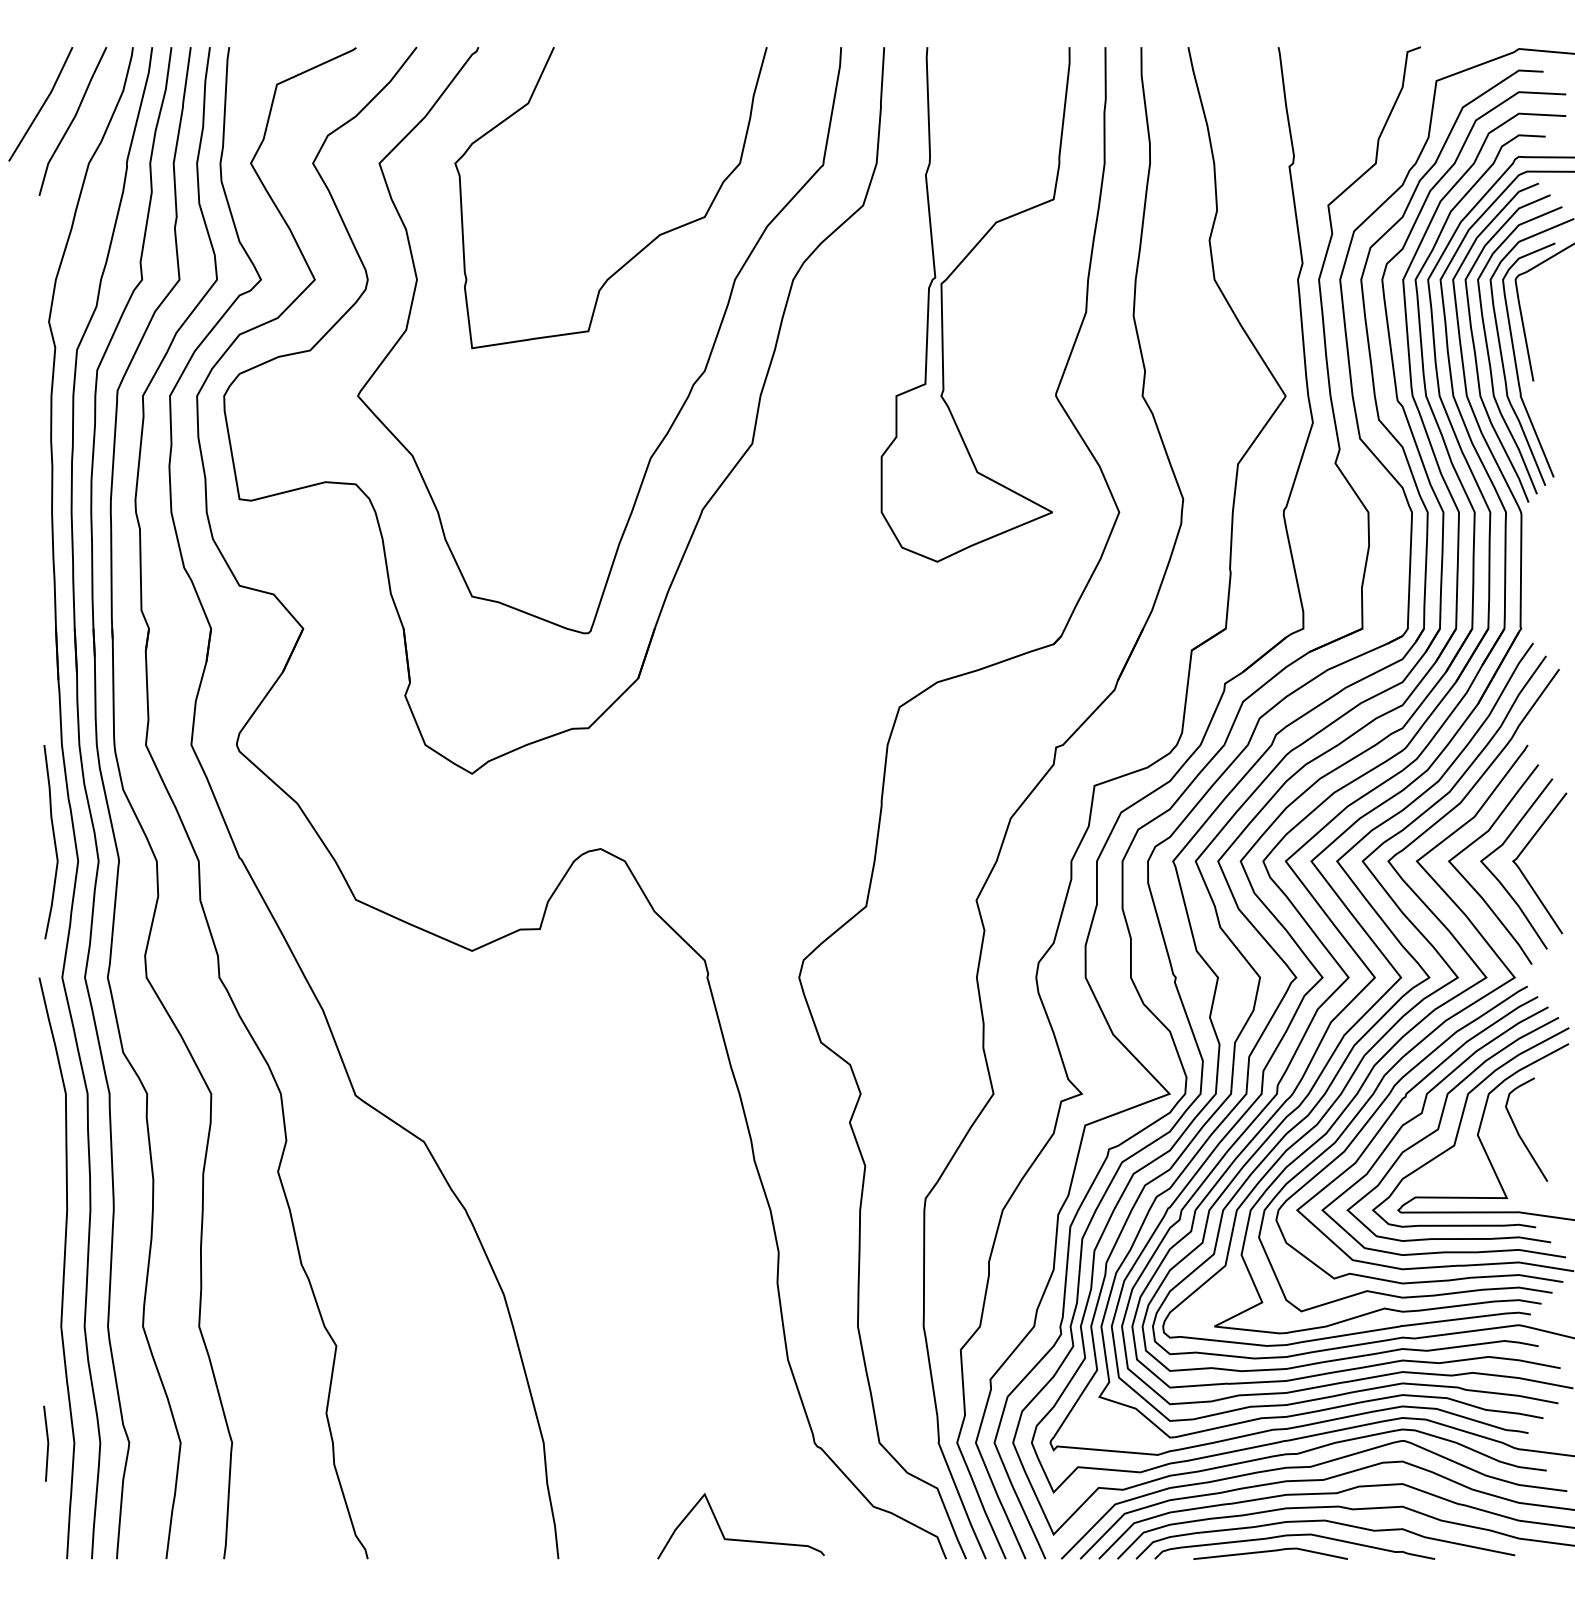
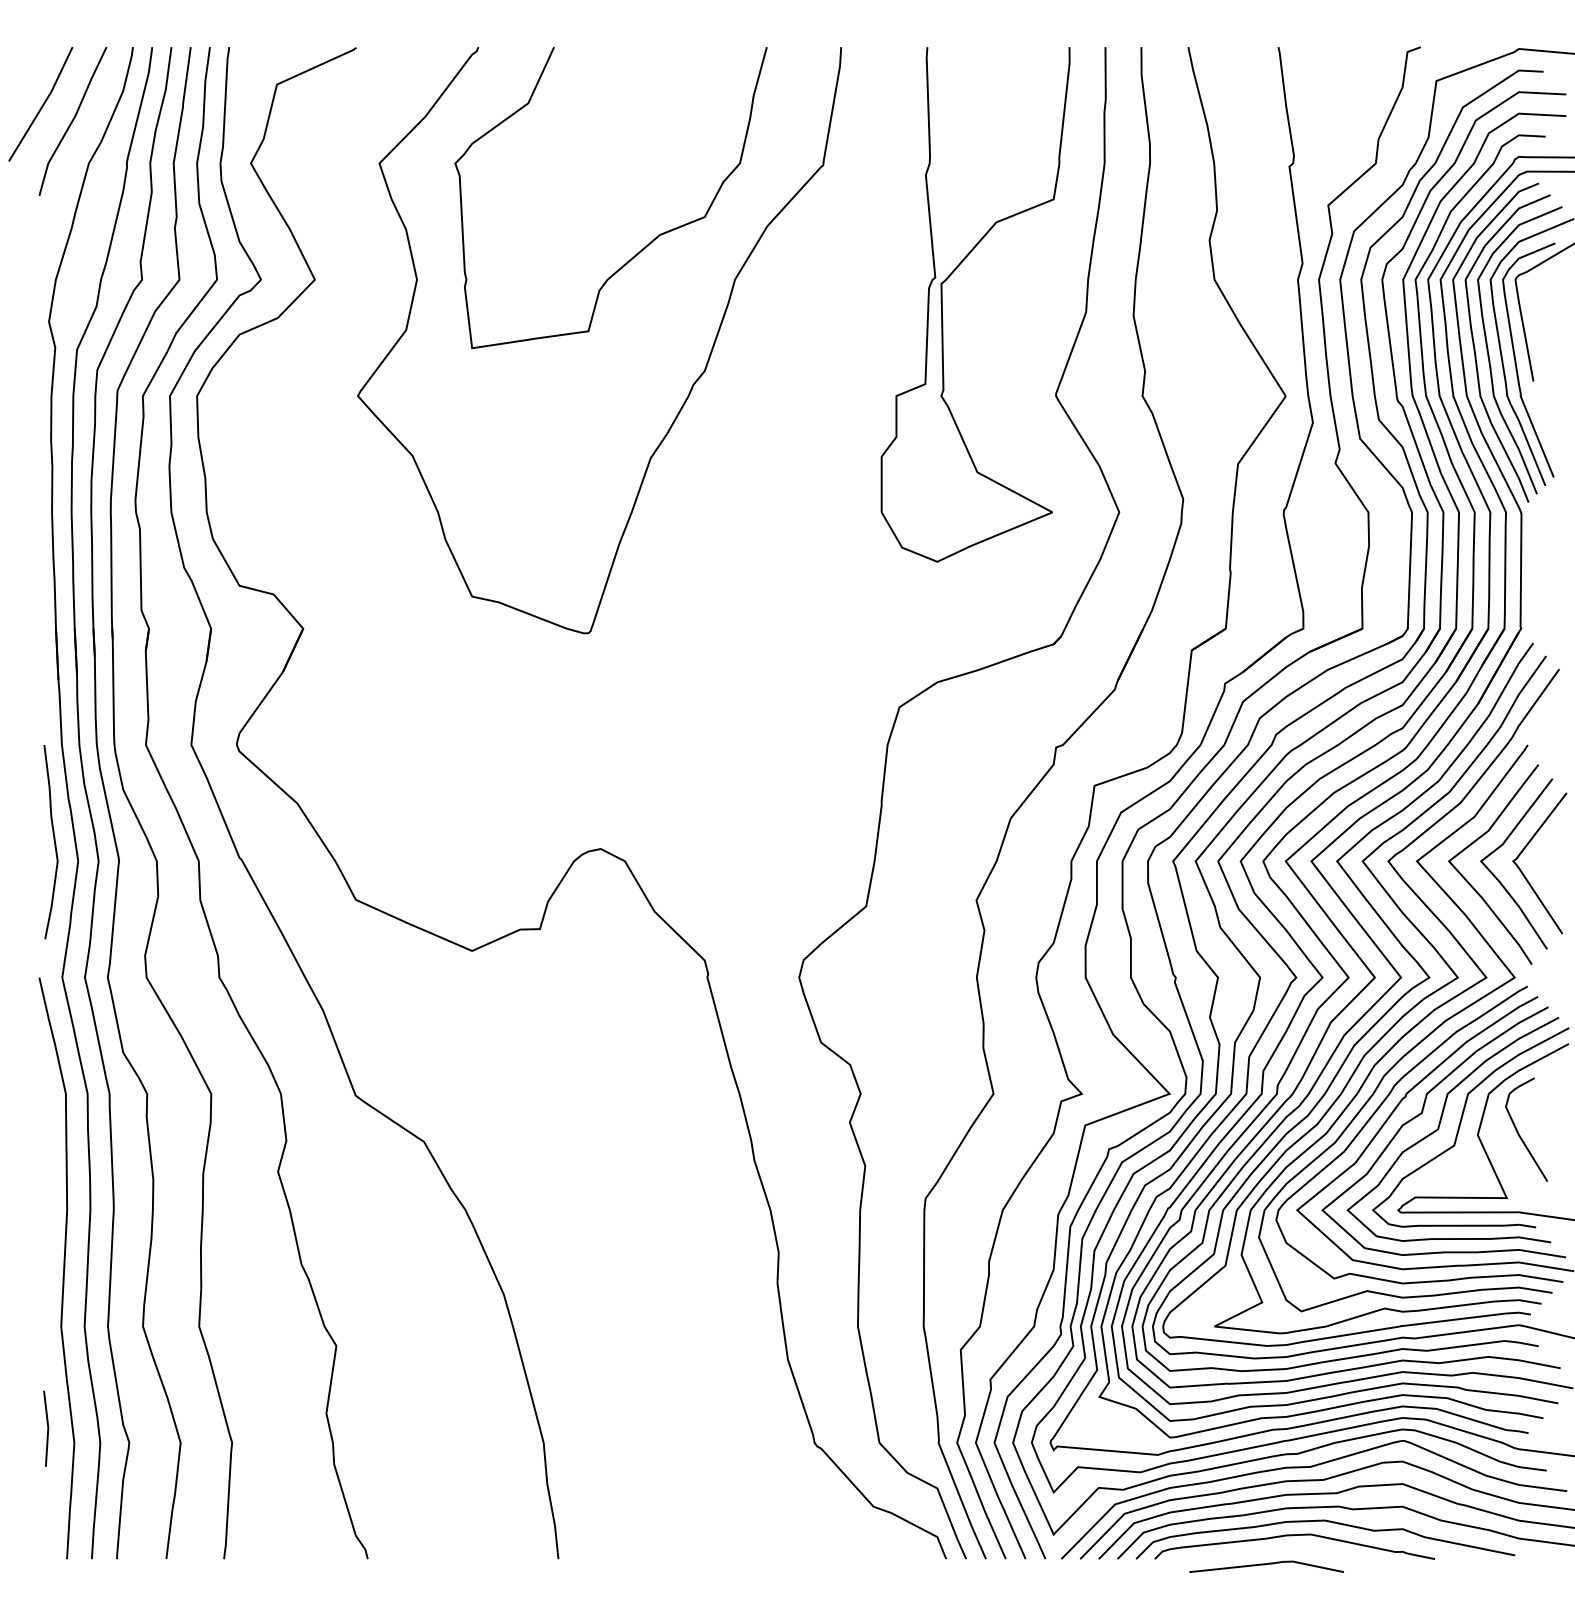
part at (701, 509): present -> none
line at (47, 1443) position: (47, 1443) -> (47, 1428)
curve at (740, 1539): present -> none
line at (1269, 1552) position: (1269, 1552) -> (1265, 1565)
